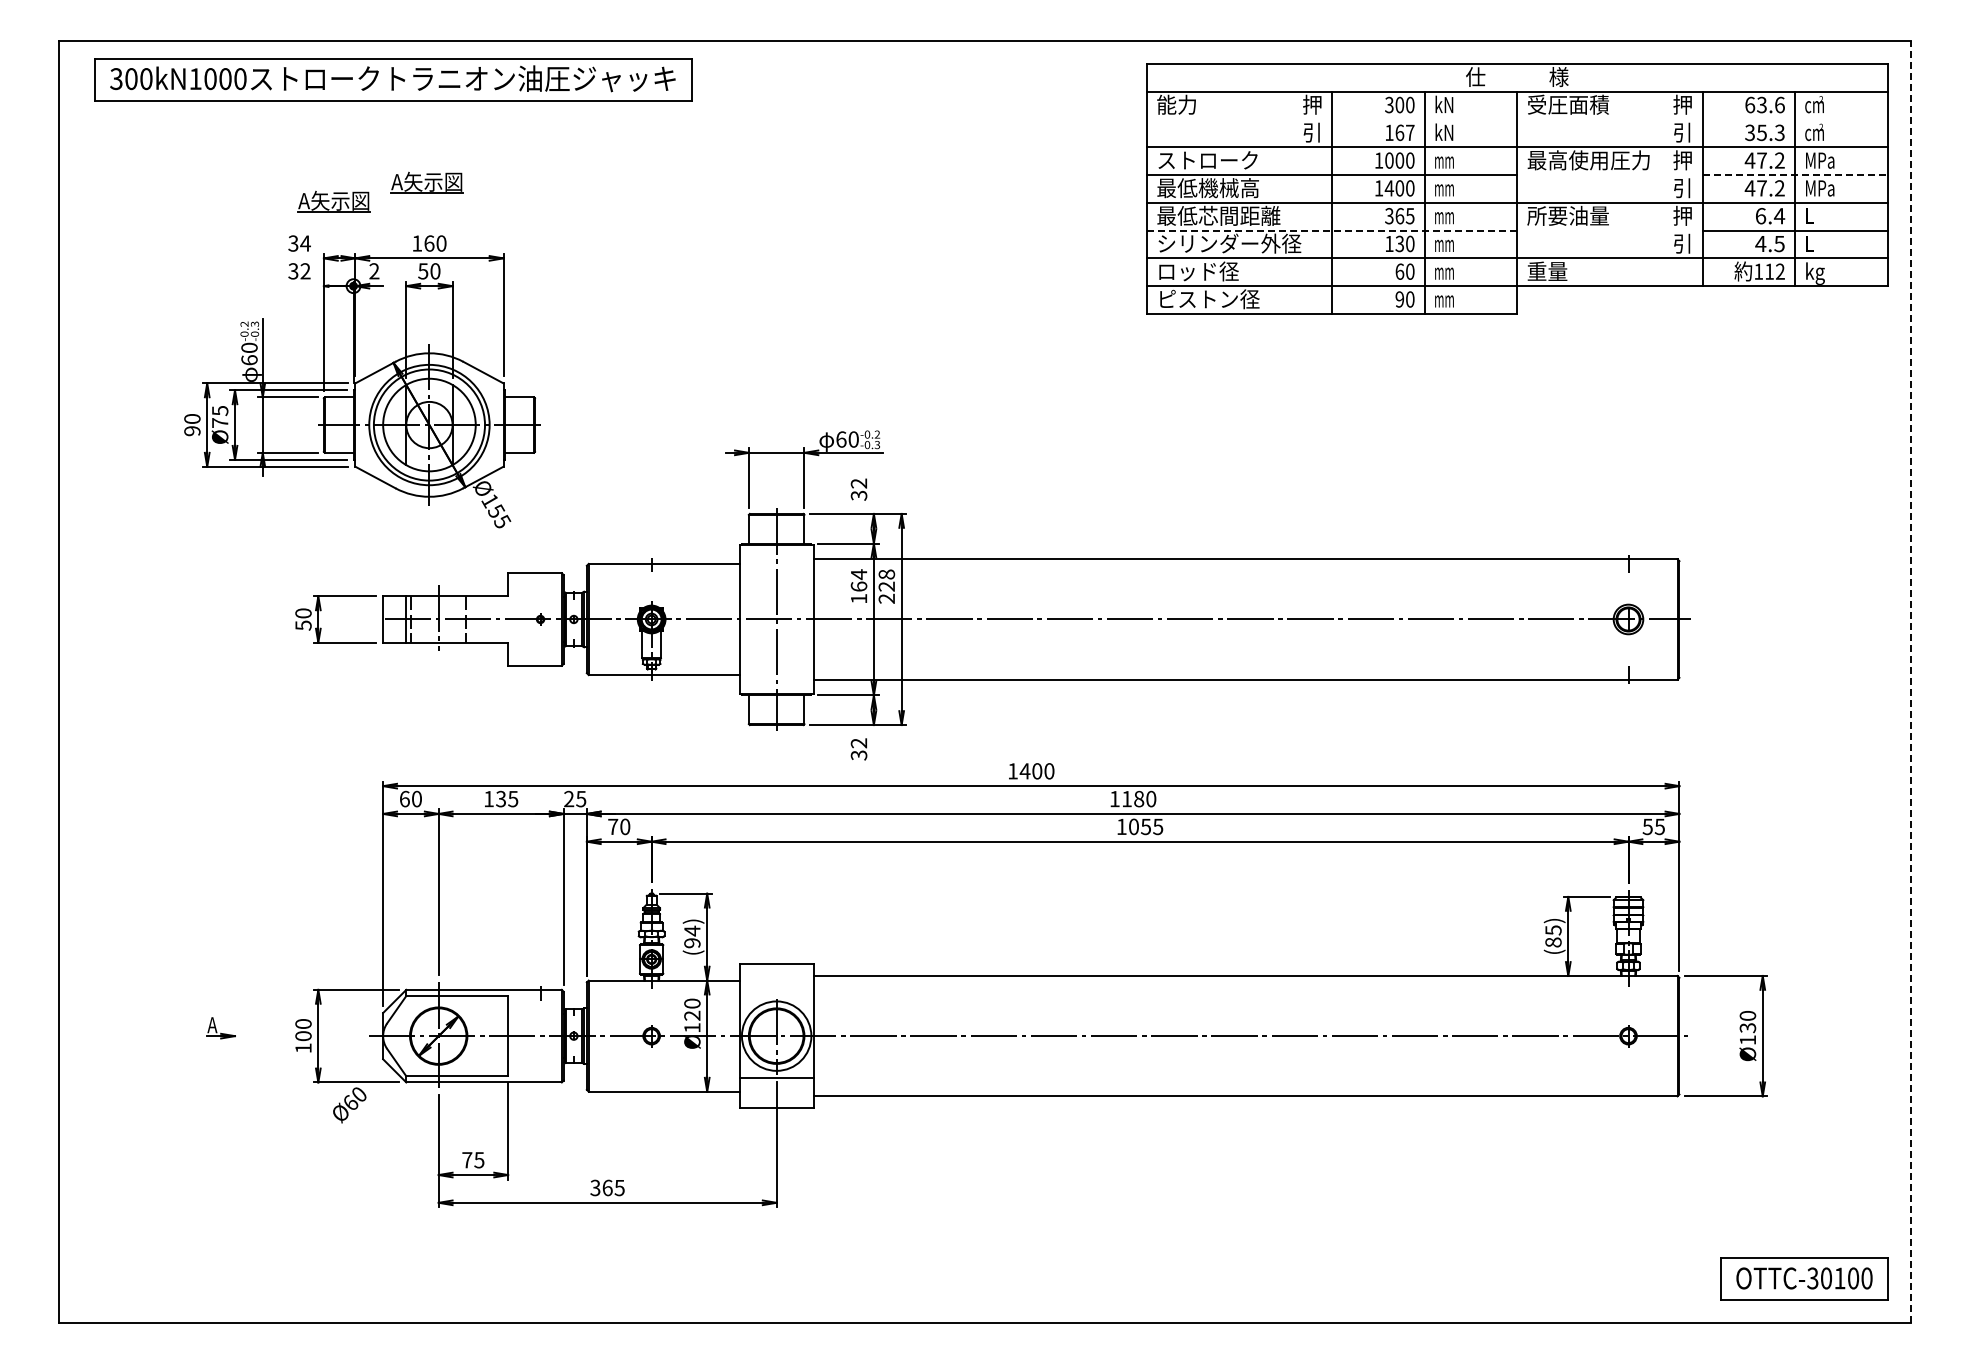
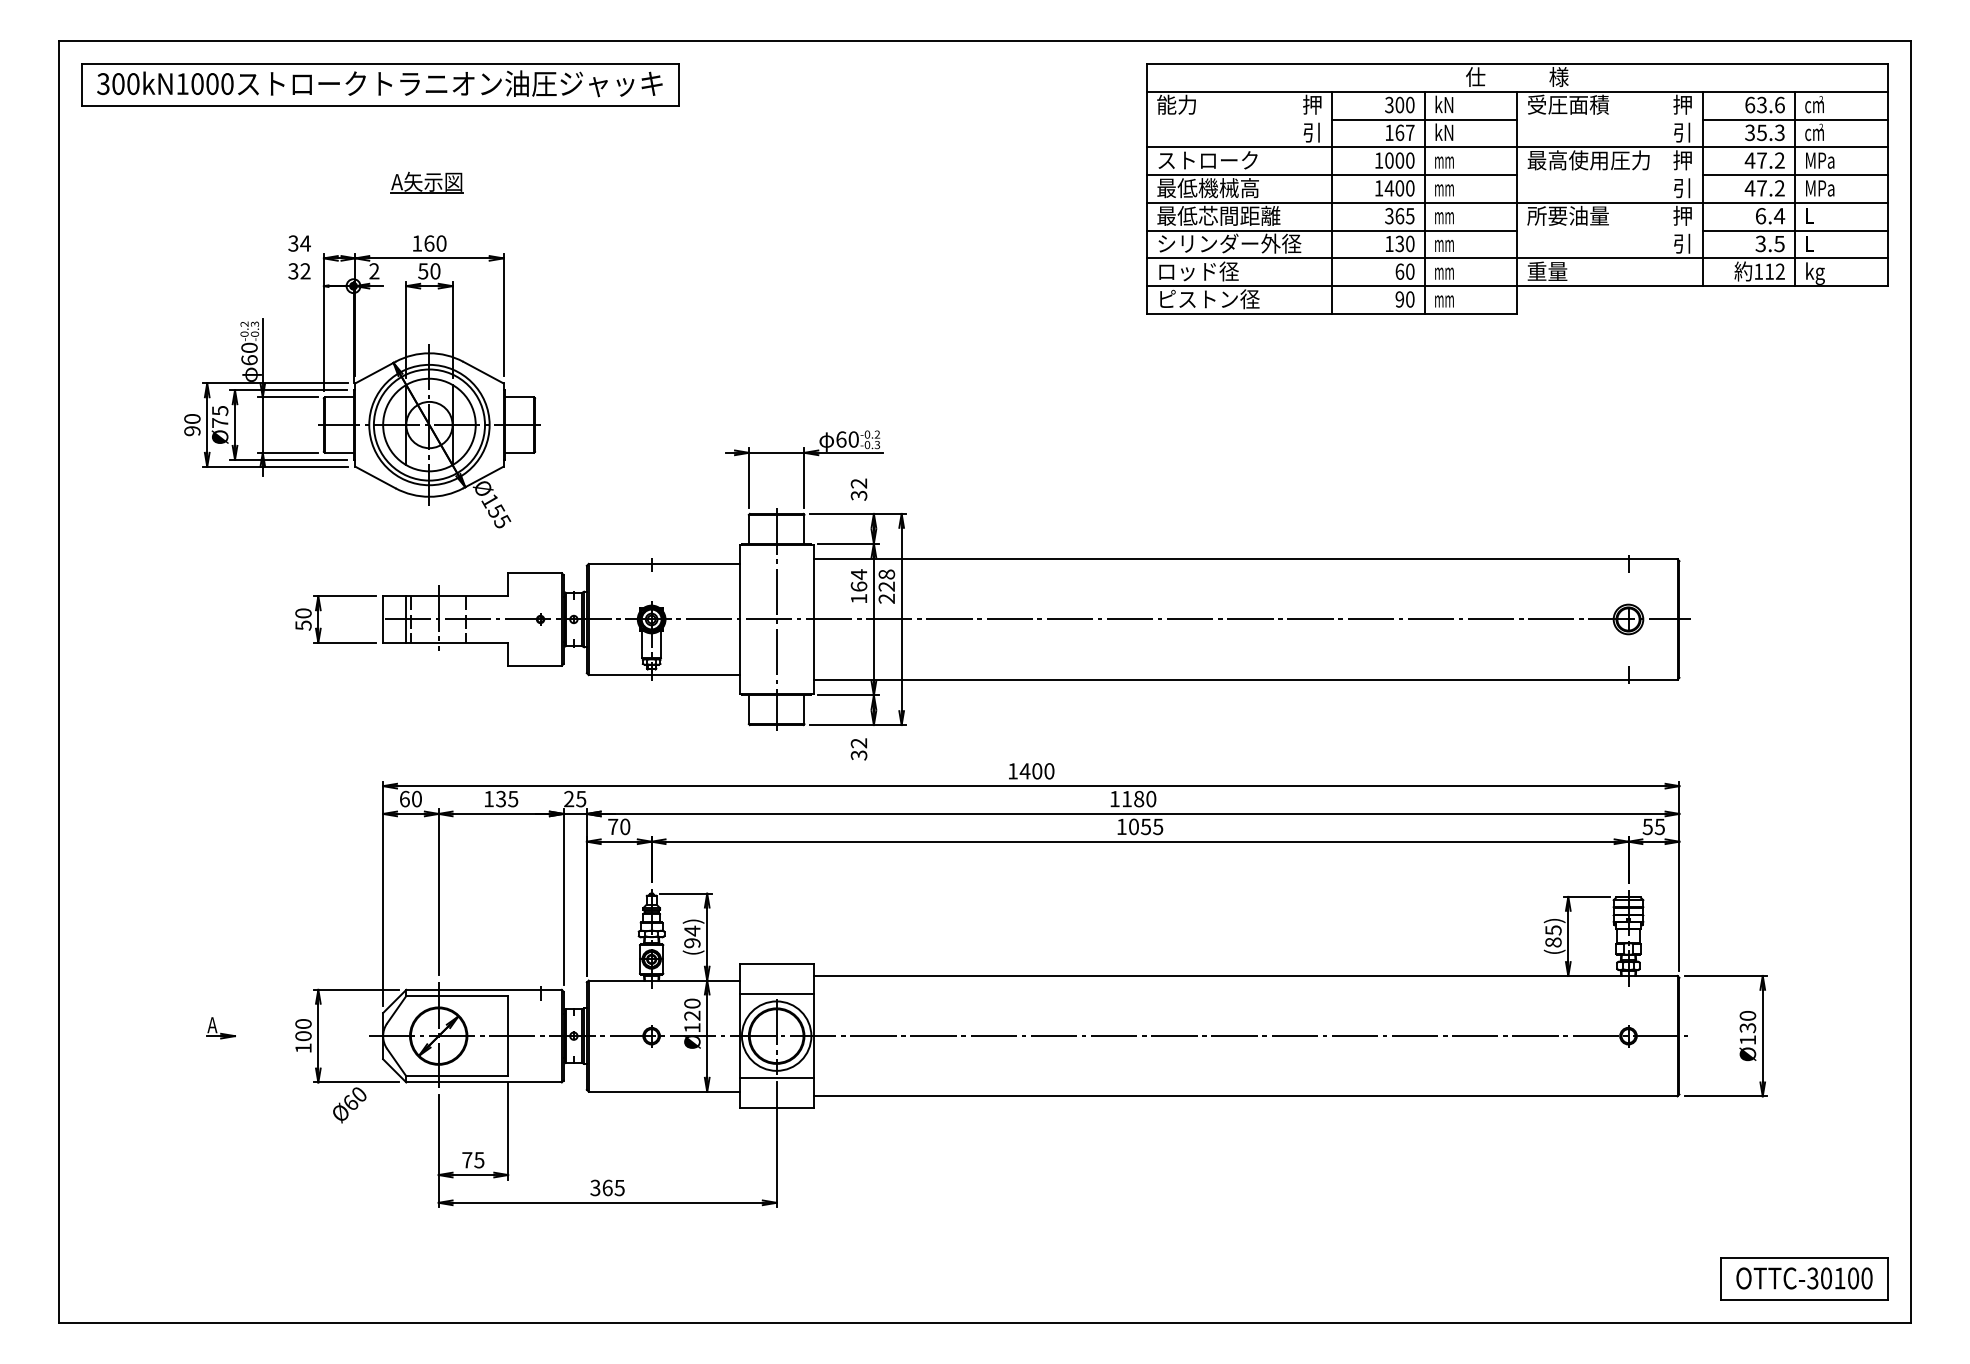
part at (393, 79) position: (393, 79) -> (380, 84)
line at (1424, 119): none -> present
line at (1794, 119): none -> present
line at (1795, 175): dashed -> solid
part at (333, 201): present -> none
line at (1332, 230): dashed -> solid
text at (1760, 243): 4.5 -> 3.5
line at (1910, 681): dashed -> solid
line at (776, 994): none -> present
